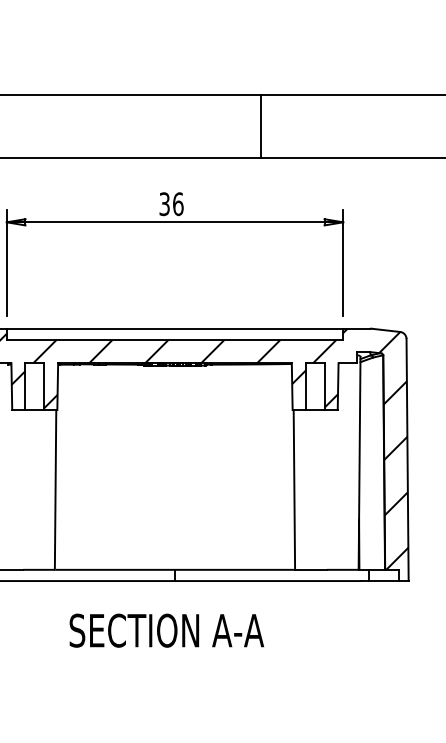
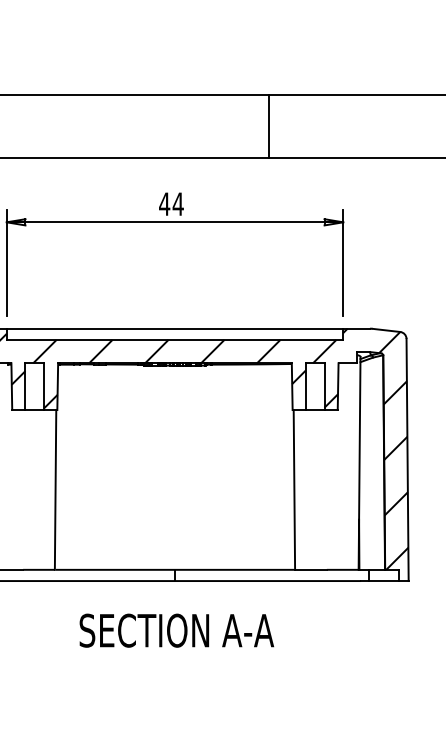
line at (261, 126) position: (261, 126) -> (269, 126)
text at (171, 204): 36 -> 44
text at (166, 630) position: (166, 630) -> (176, 630)
